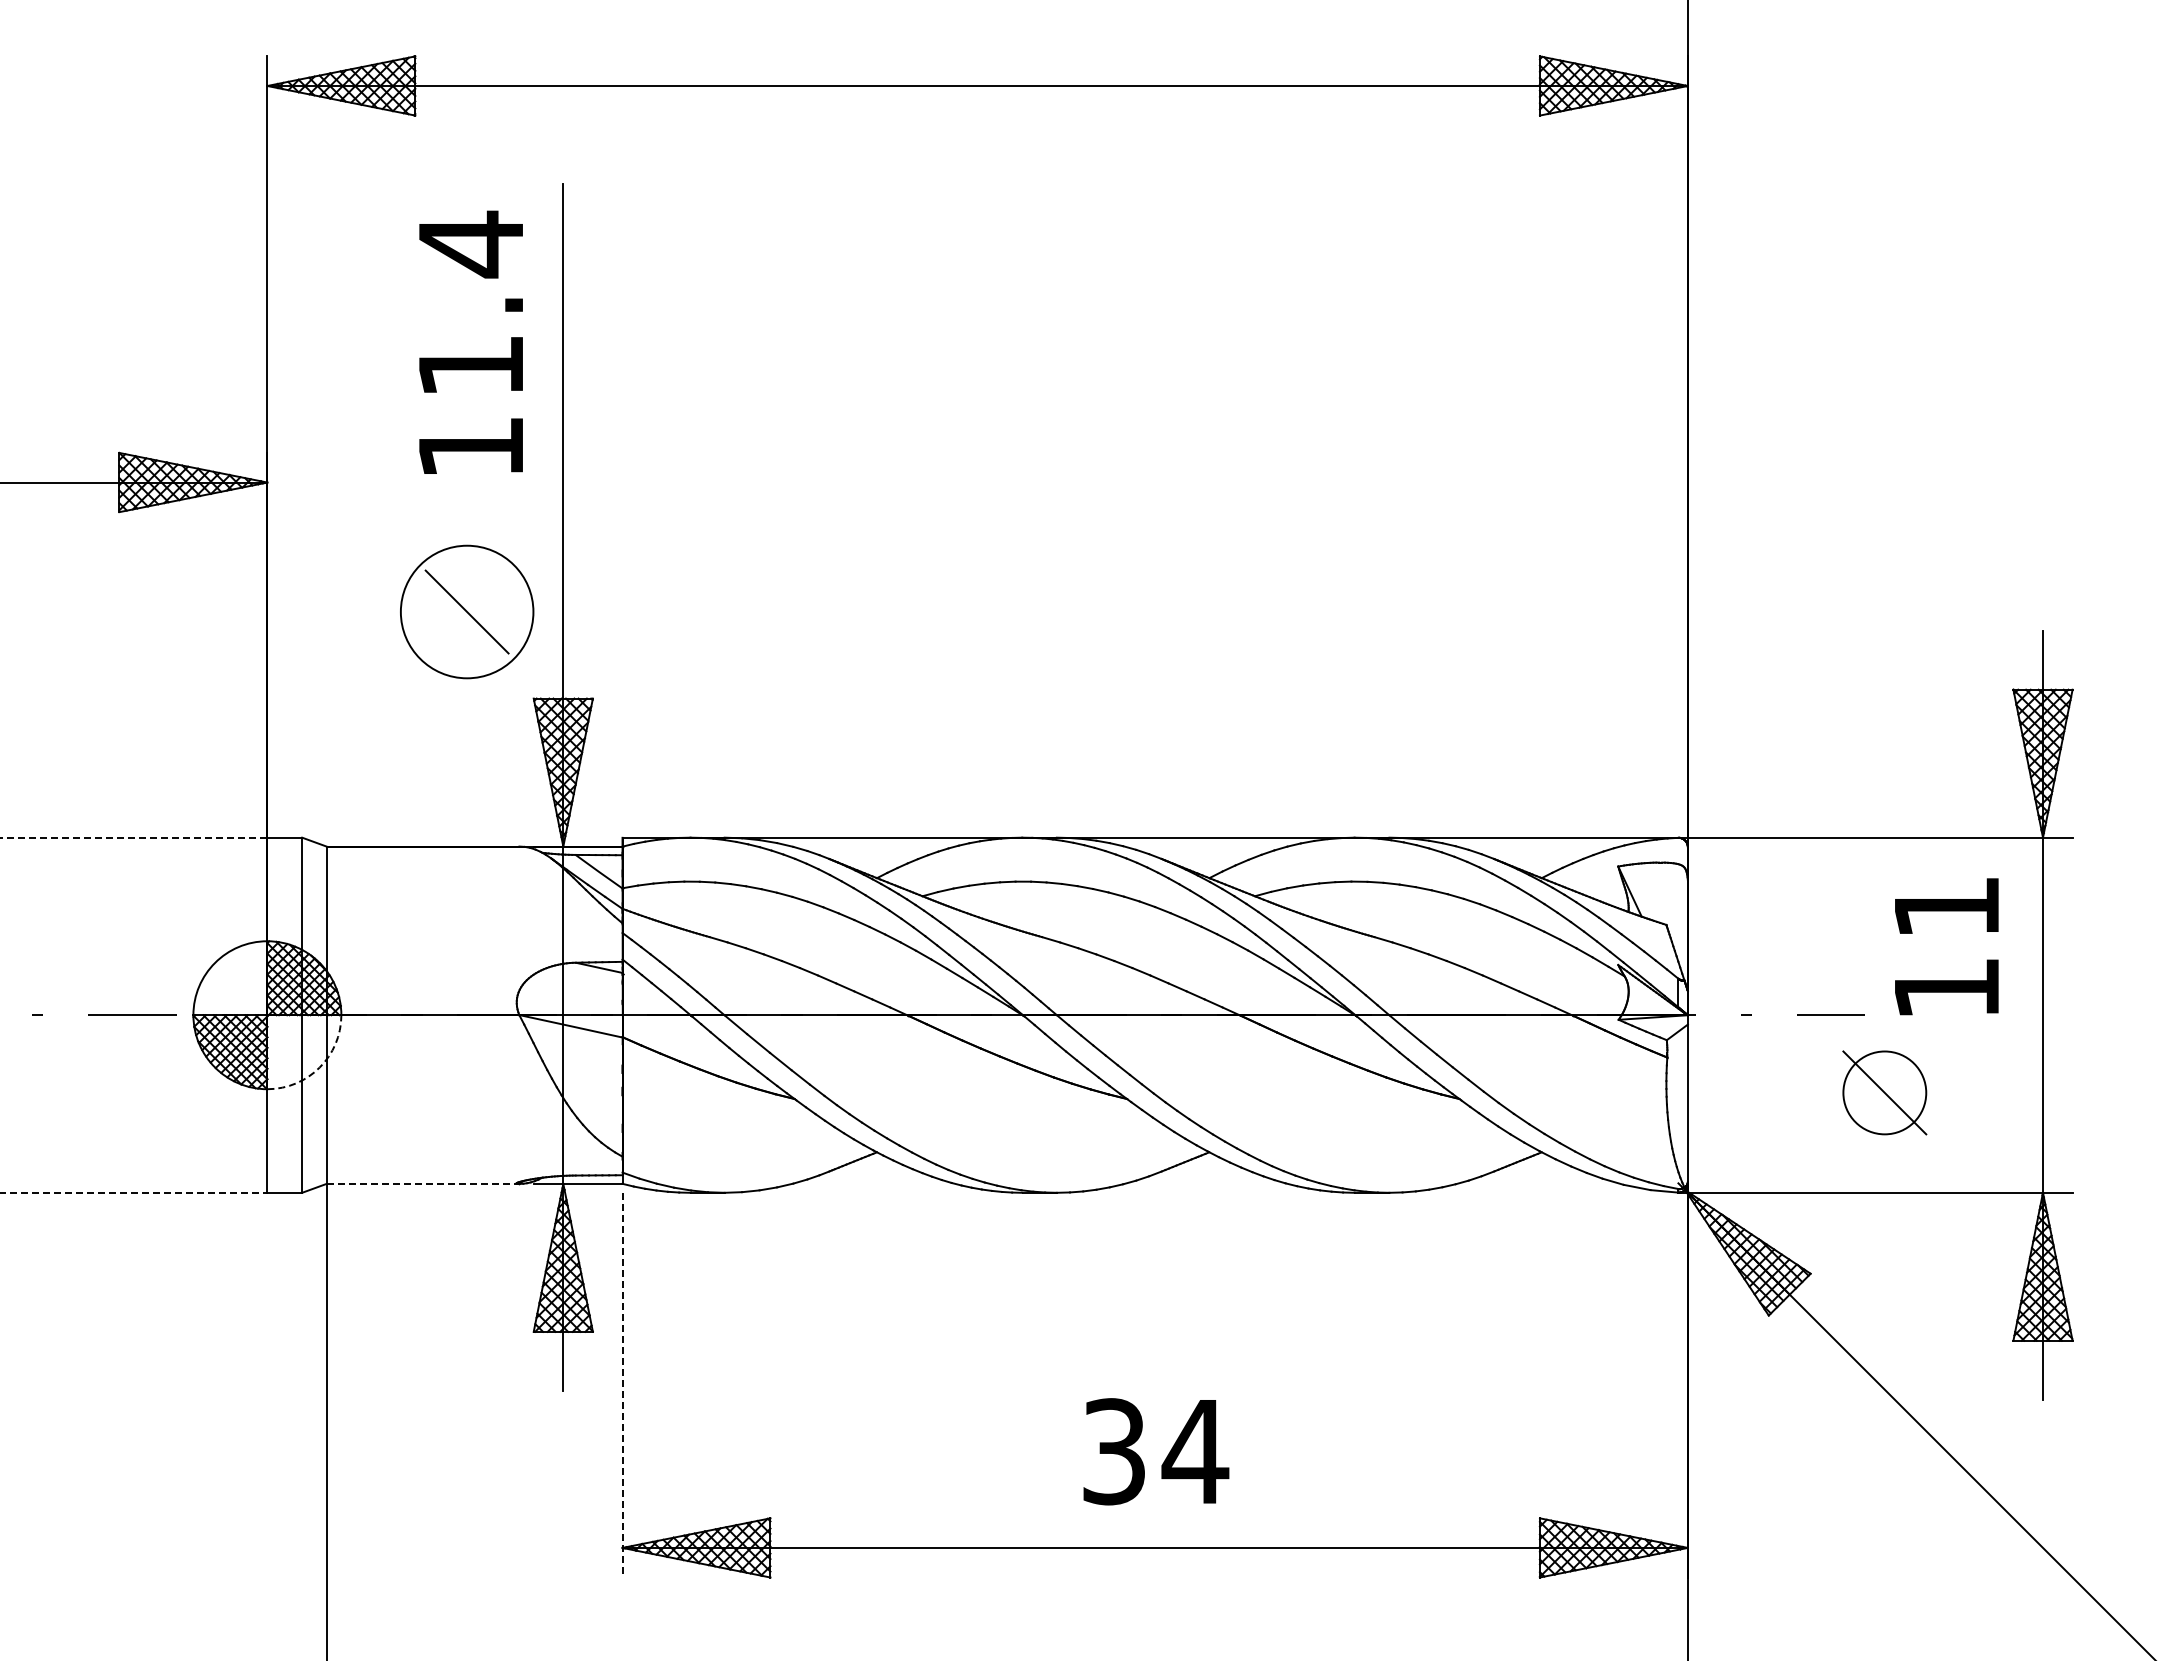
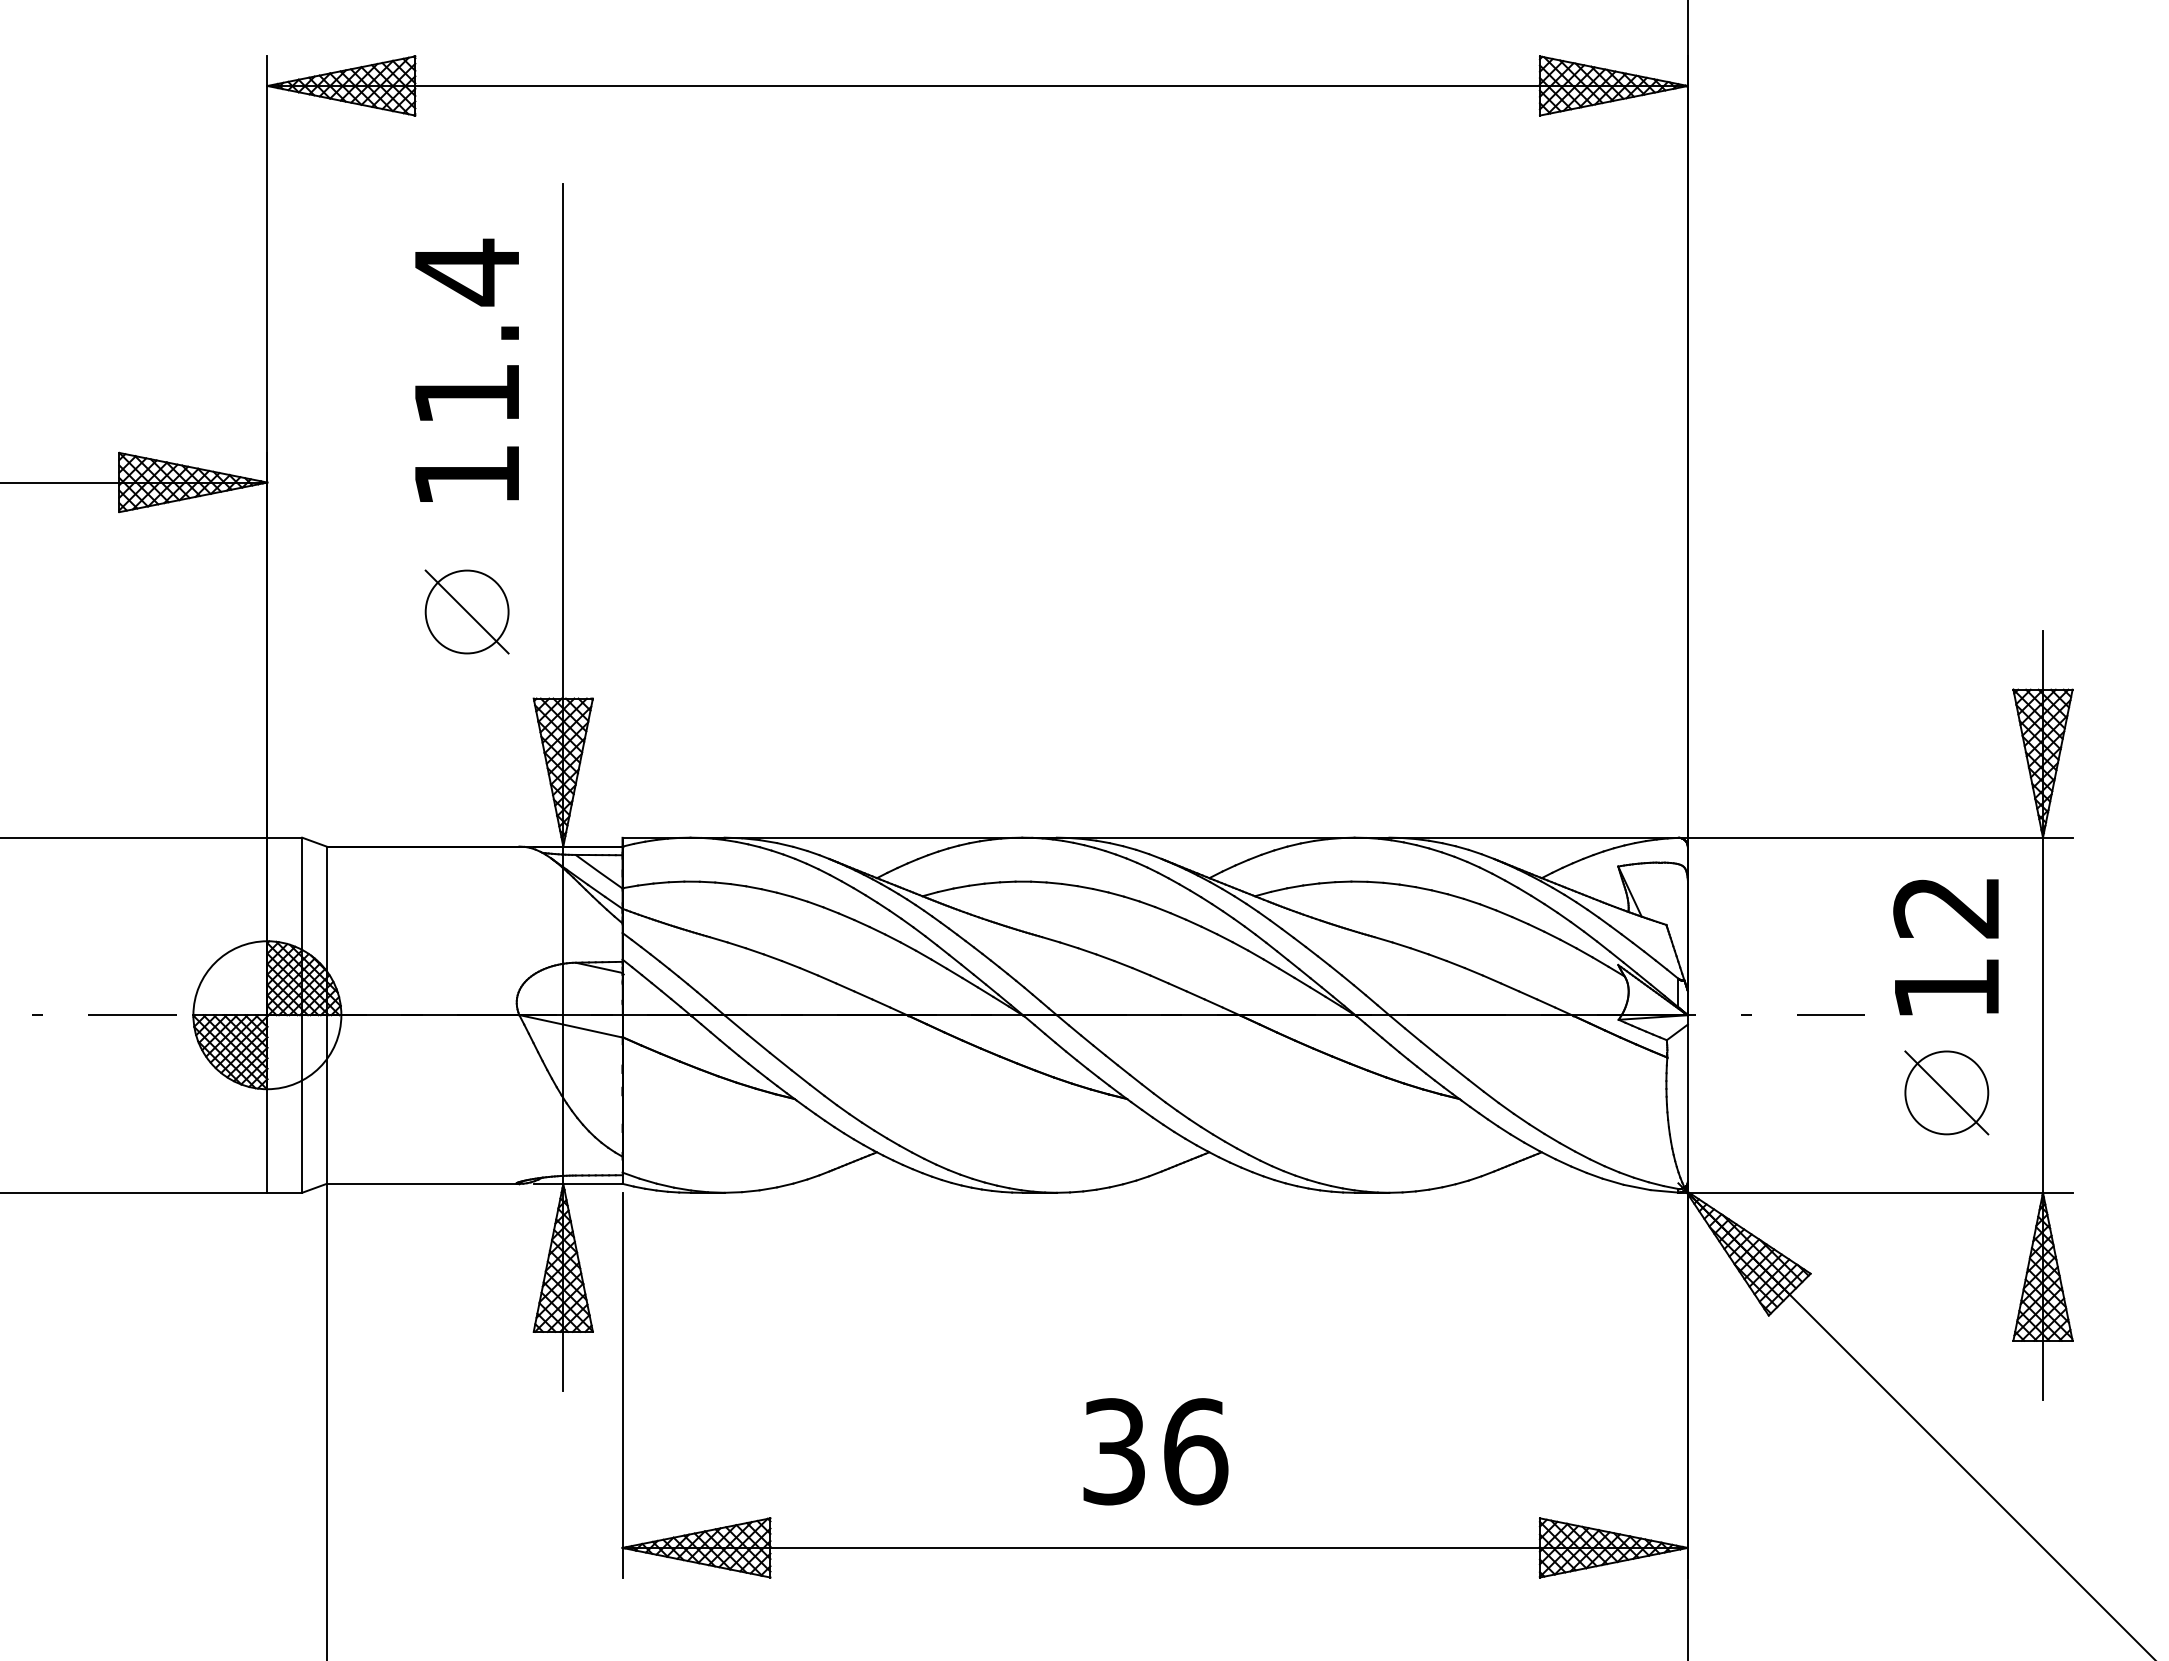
text at (470, 341) position: (470, 341) -> (466, 369)
circle at (466, 611) diameter: 133 px -> 83 px
line at (133, 837): dashed -> solid
text at (1945, 908): 11 -> 12
arc at (319, 1067): dashed -> solid
part at (1884, 1092) position: (1884, 1092) -> (1946, 1092)
line at (423, 1183): dashed -> solid
line at (134, 1192): dashed -> solid
line at (622, 1385): dashed -> solid
text at (1195, 1451): 34 -> 36
